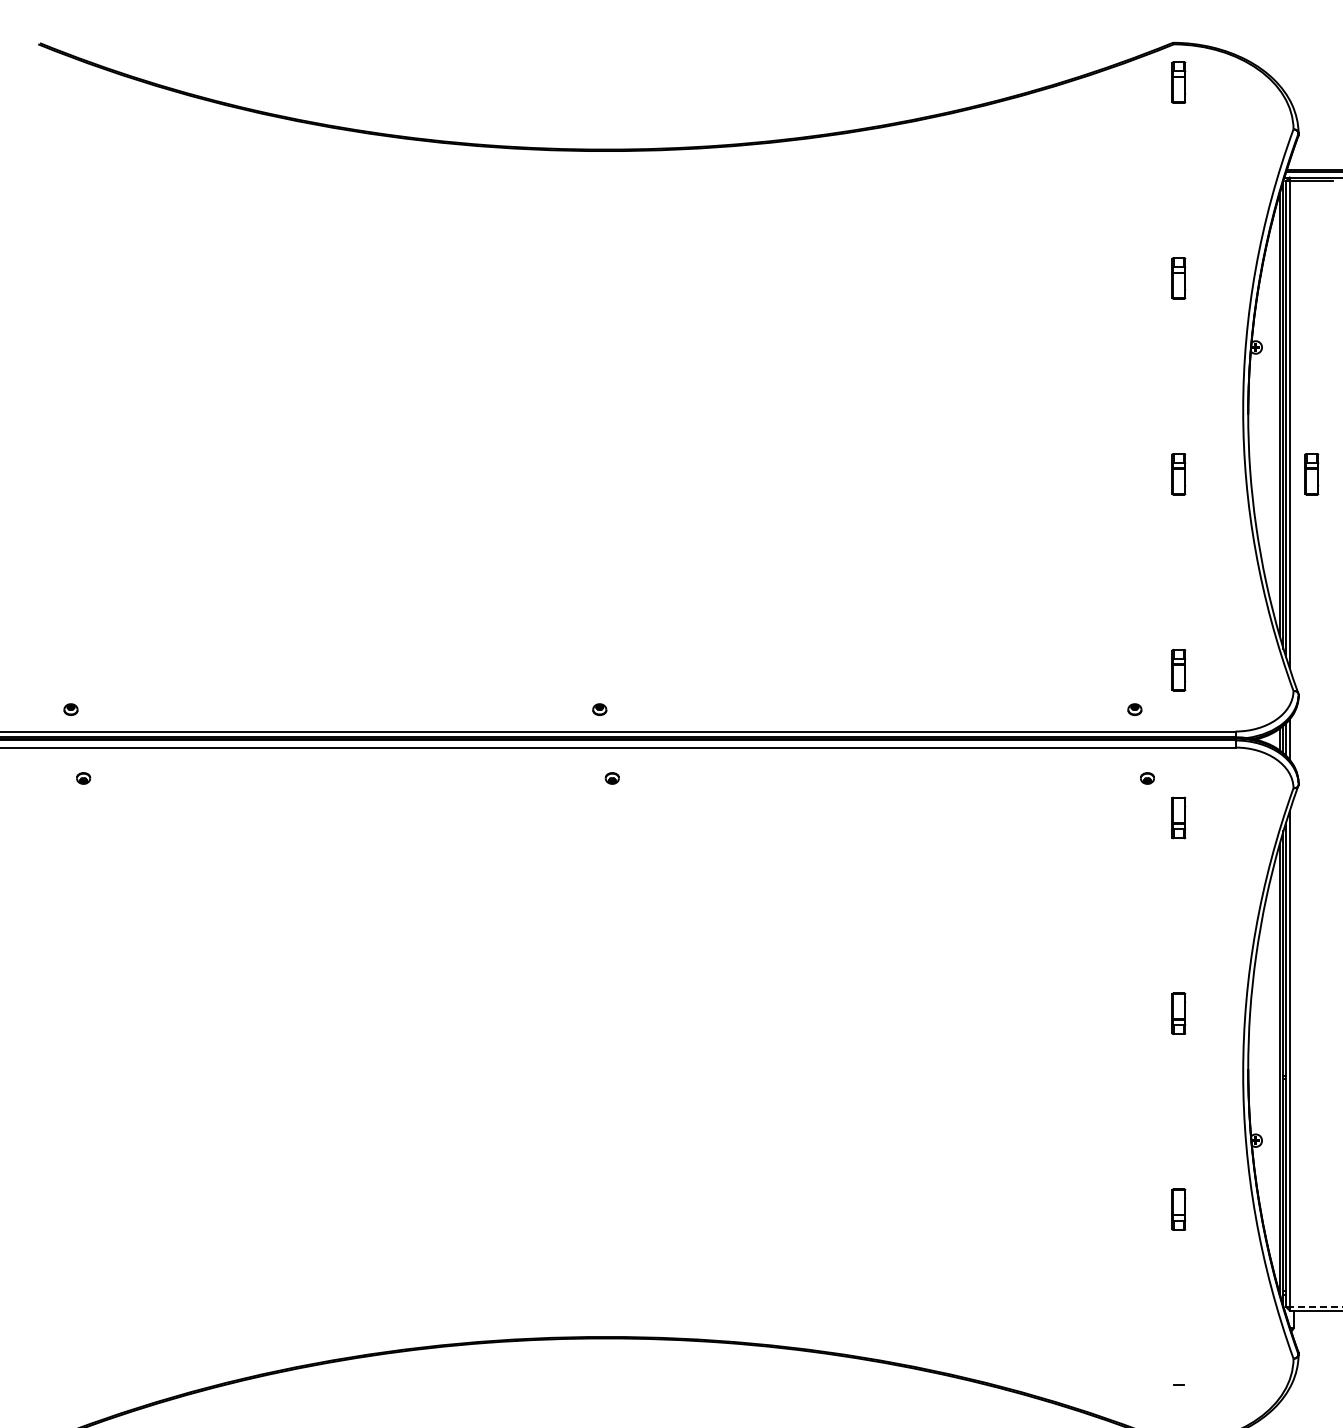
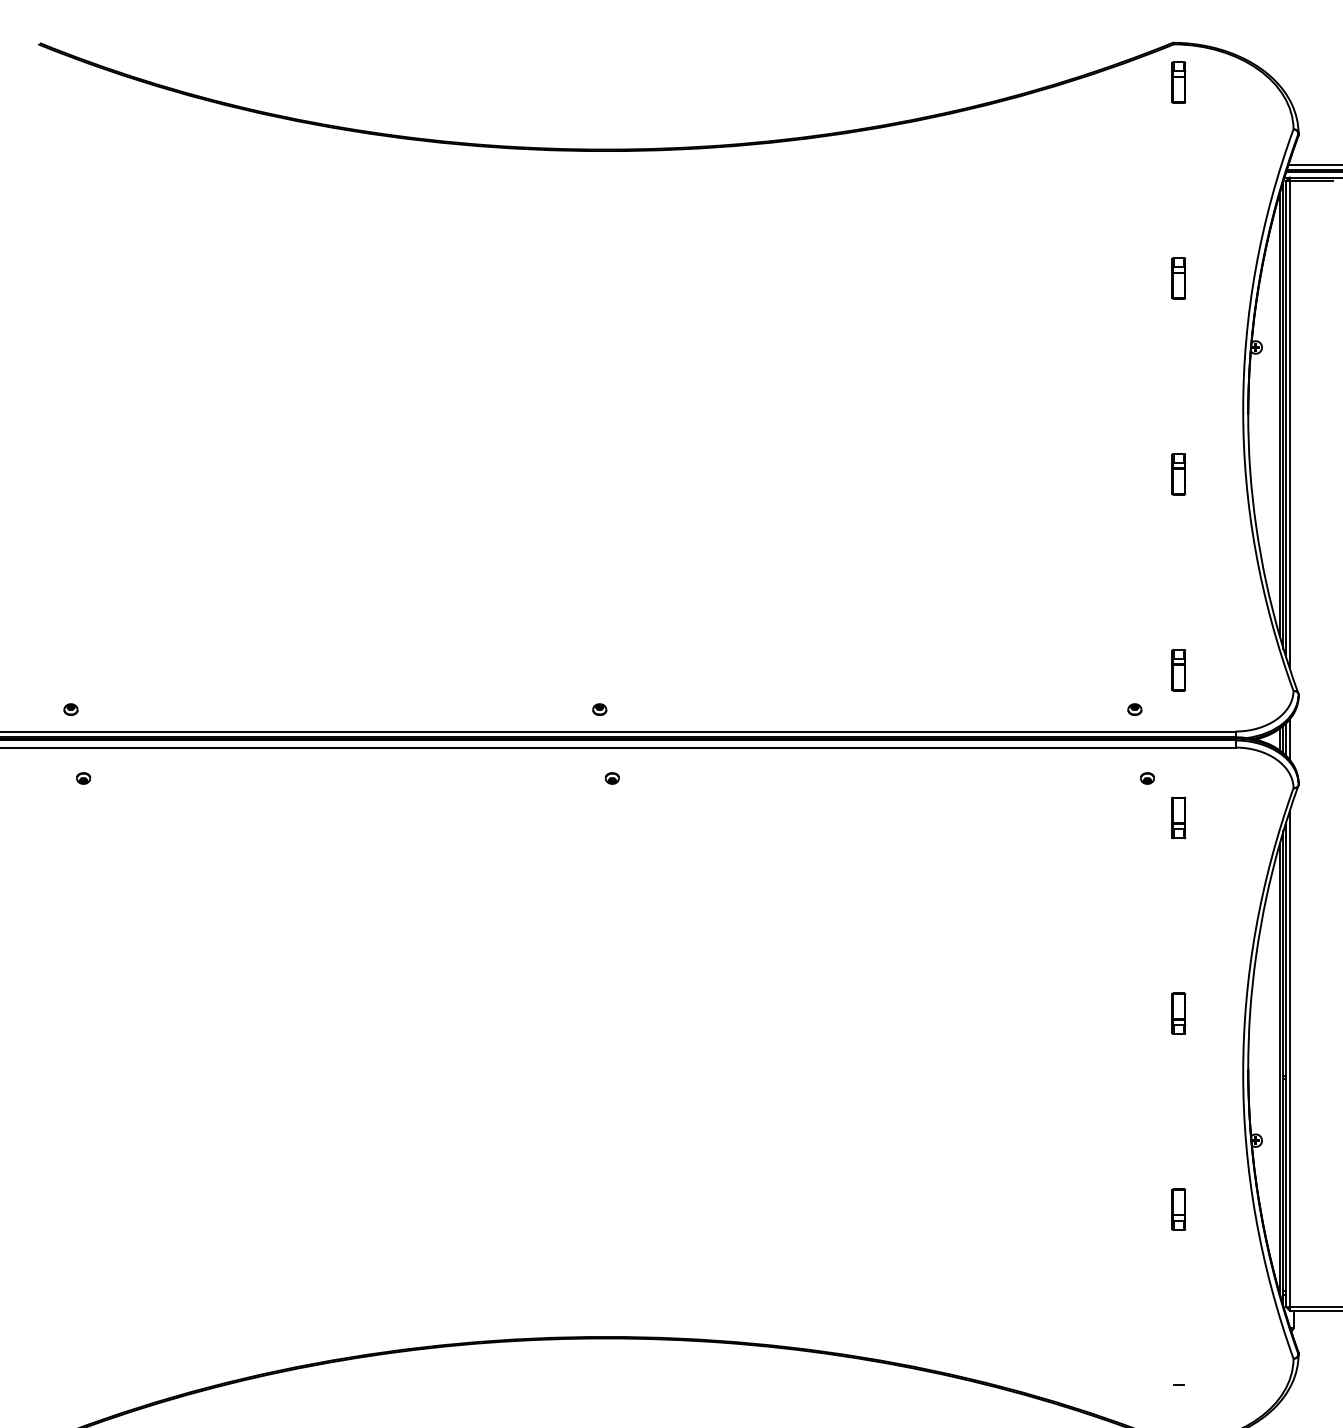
line at (1313, 164): none -> present
part at (1311, 474): present -> none
line at (1315, 1306): dashed -> solid
